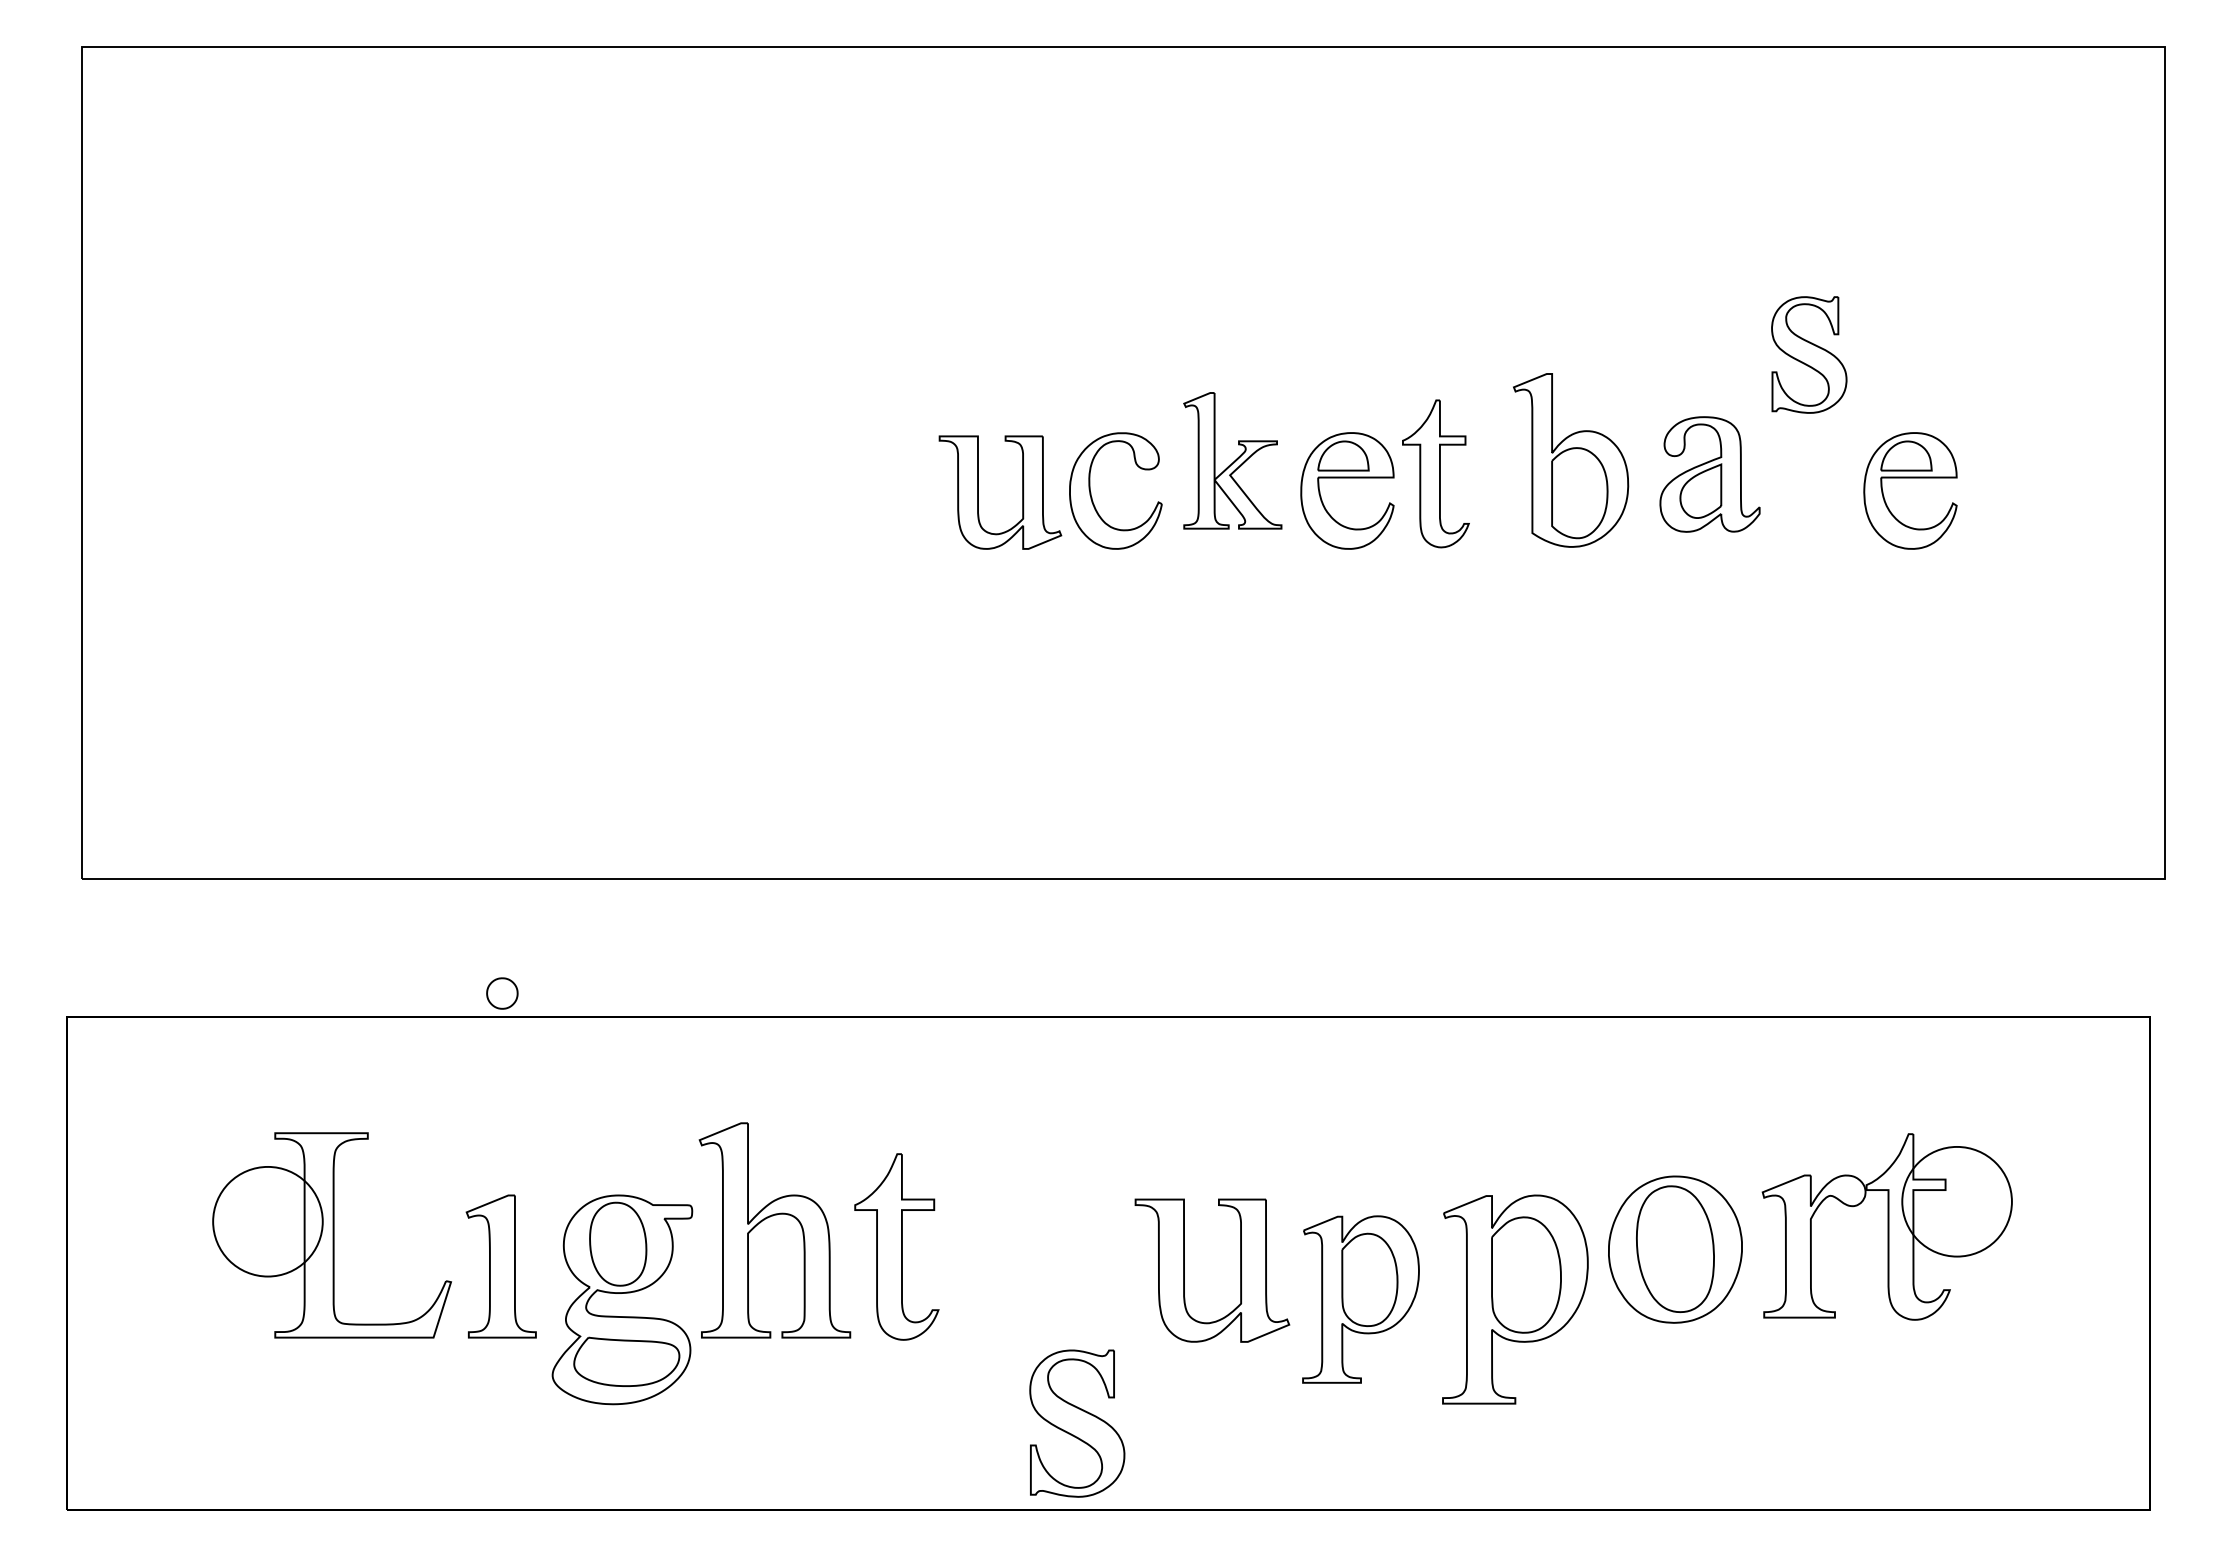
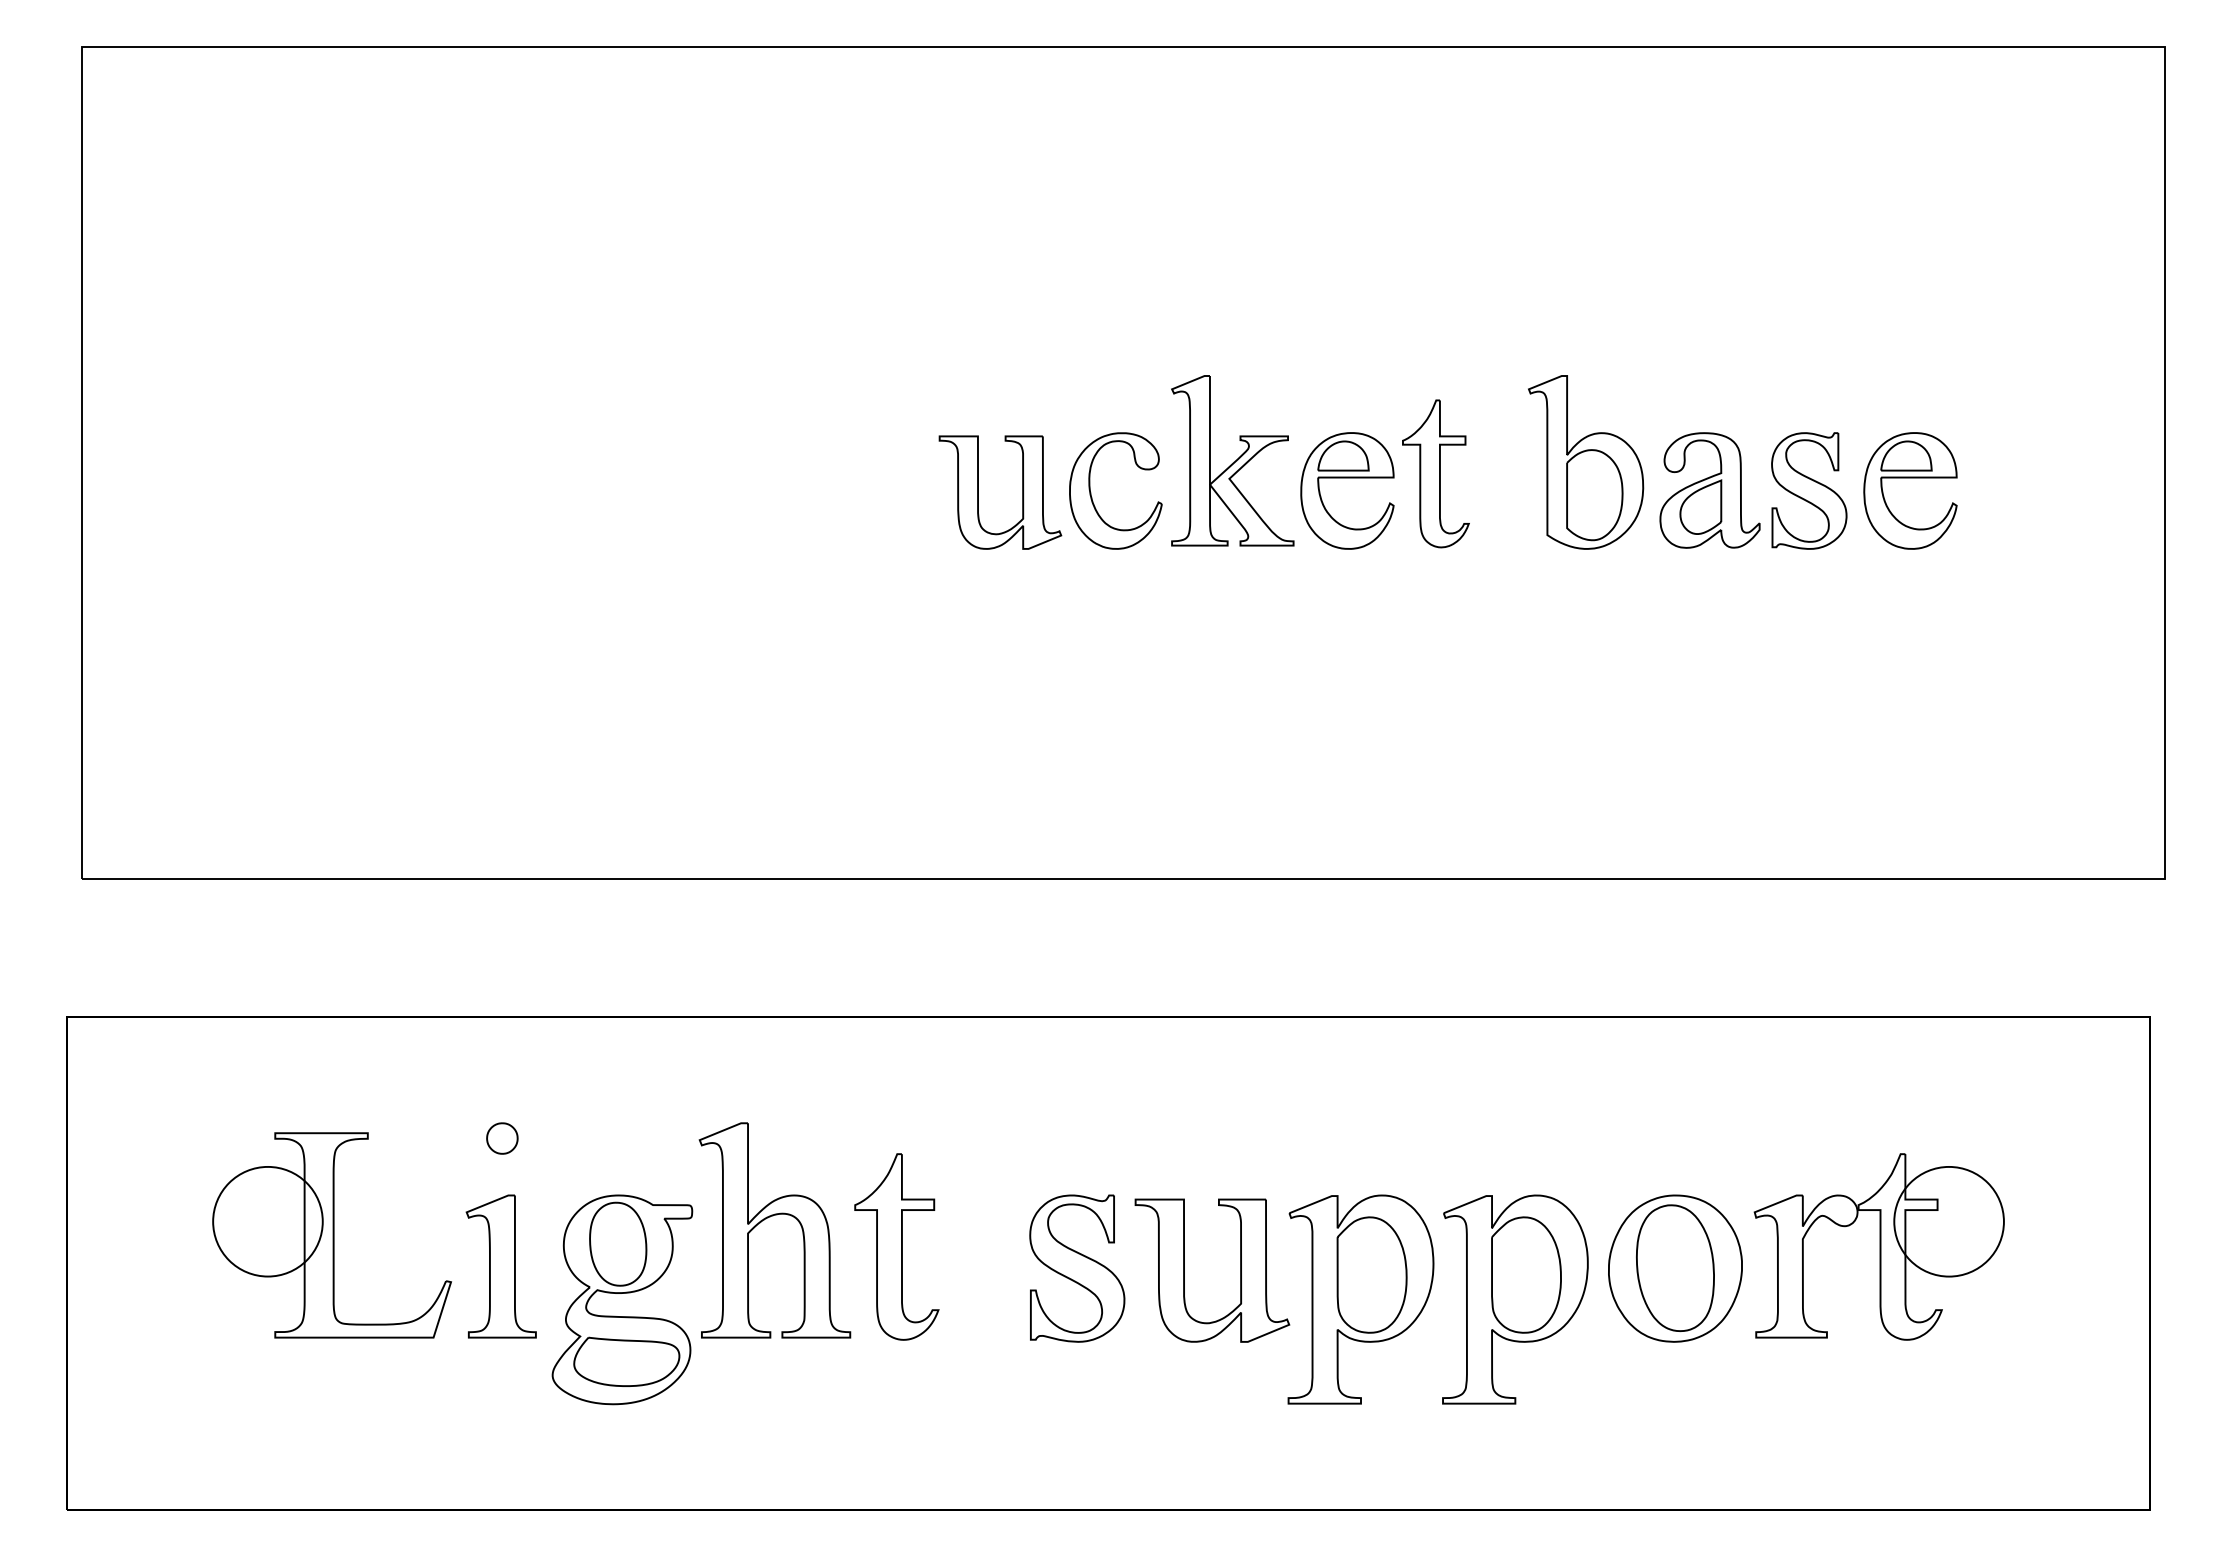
part at (1809, 354) position: (1809, 354) -> (1809, 490)
part at (1232, 460) size: 100x138 px -> 124x172 px
part at (1571, 460) position: (1571, 460) -> (1586, 462)
part at (1709, 474) position: (1709, 474) -> (1709, 490)
part at (502, 993) position: (502, 993) -> (502, 1138)
part at (1886, 1226) position: (1886, 1226) -> (1878, 1246)
part at (1675, 1249) position: (1675, 1249) -> (1675, 1268)
part at (1360, 1299) size: 118x169 px -> 148x211 px
part at (1077, 1423) position: (1077, 1423) -> (1077, 1268)
